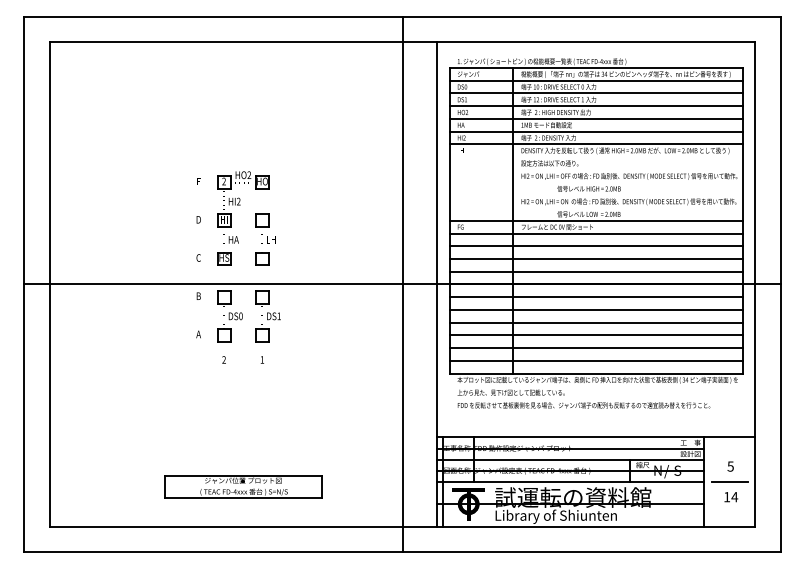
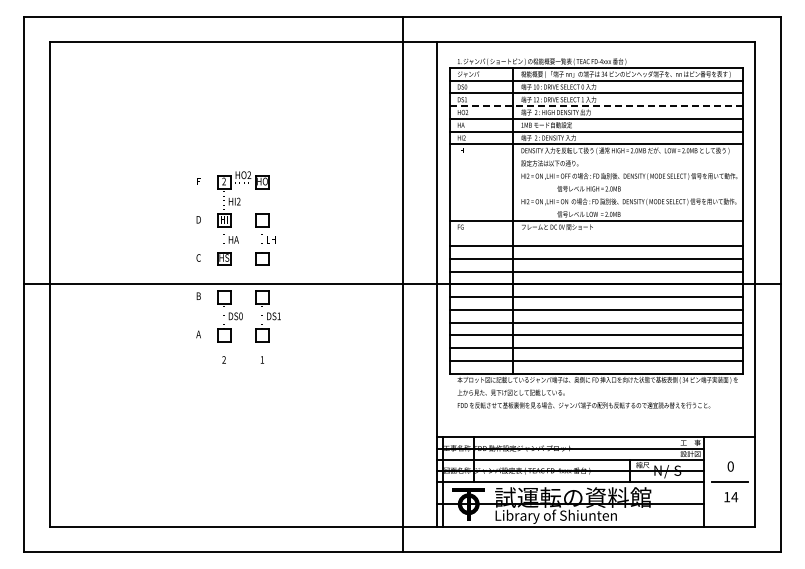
line at (596, 106): solid -> dashed
line at (595, 233): present -> none
text at (730, 466): 5 -> 0
part at (243, 486): present -> none
